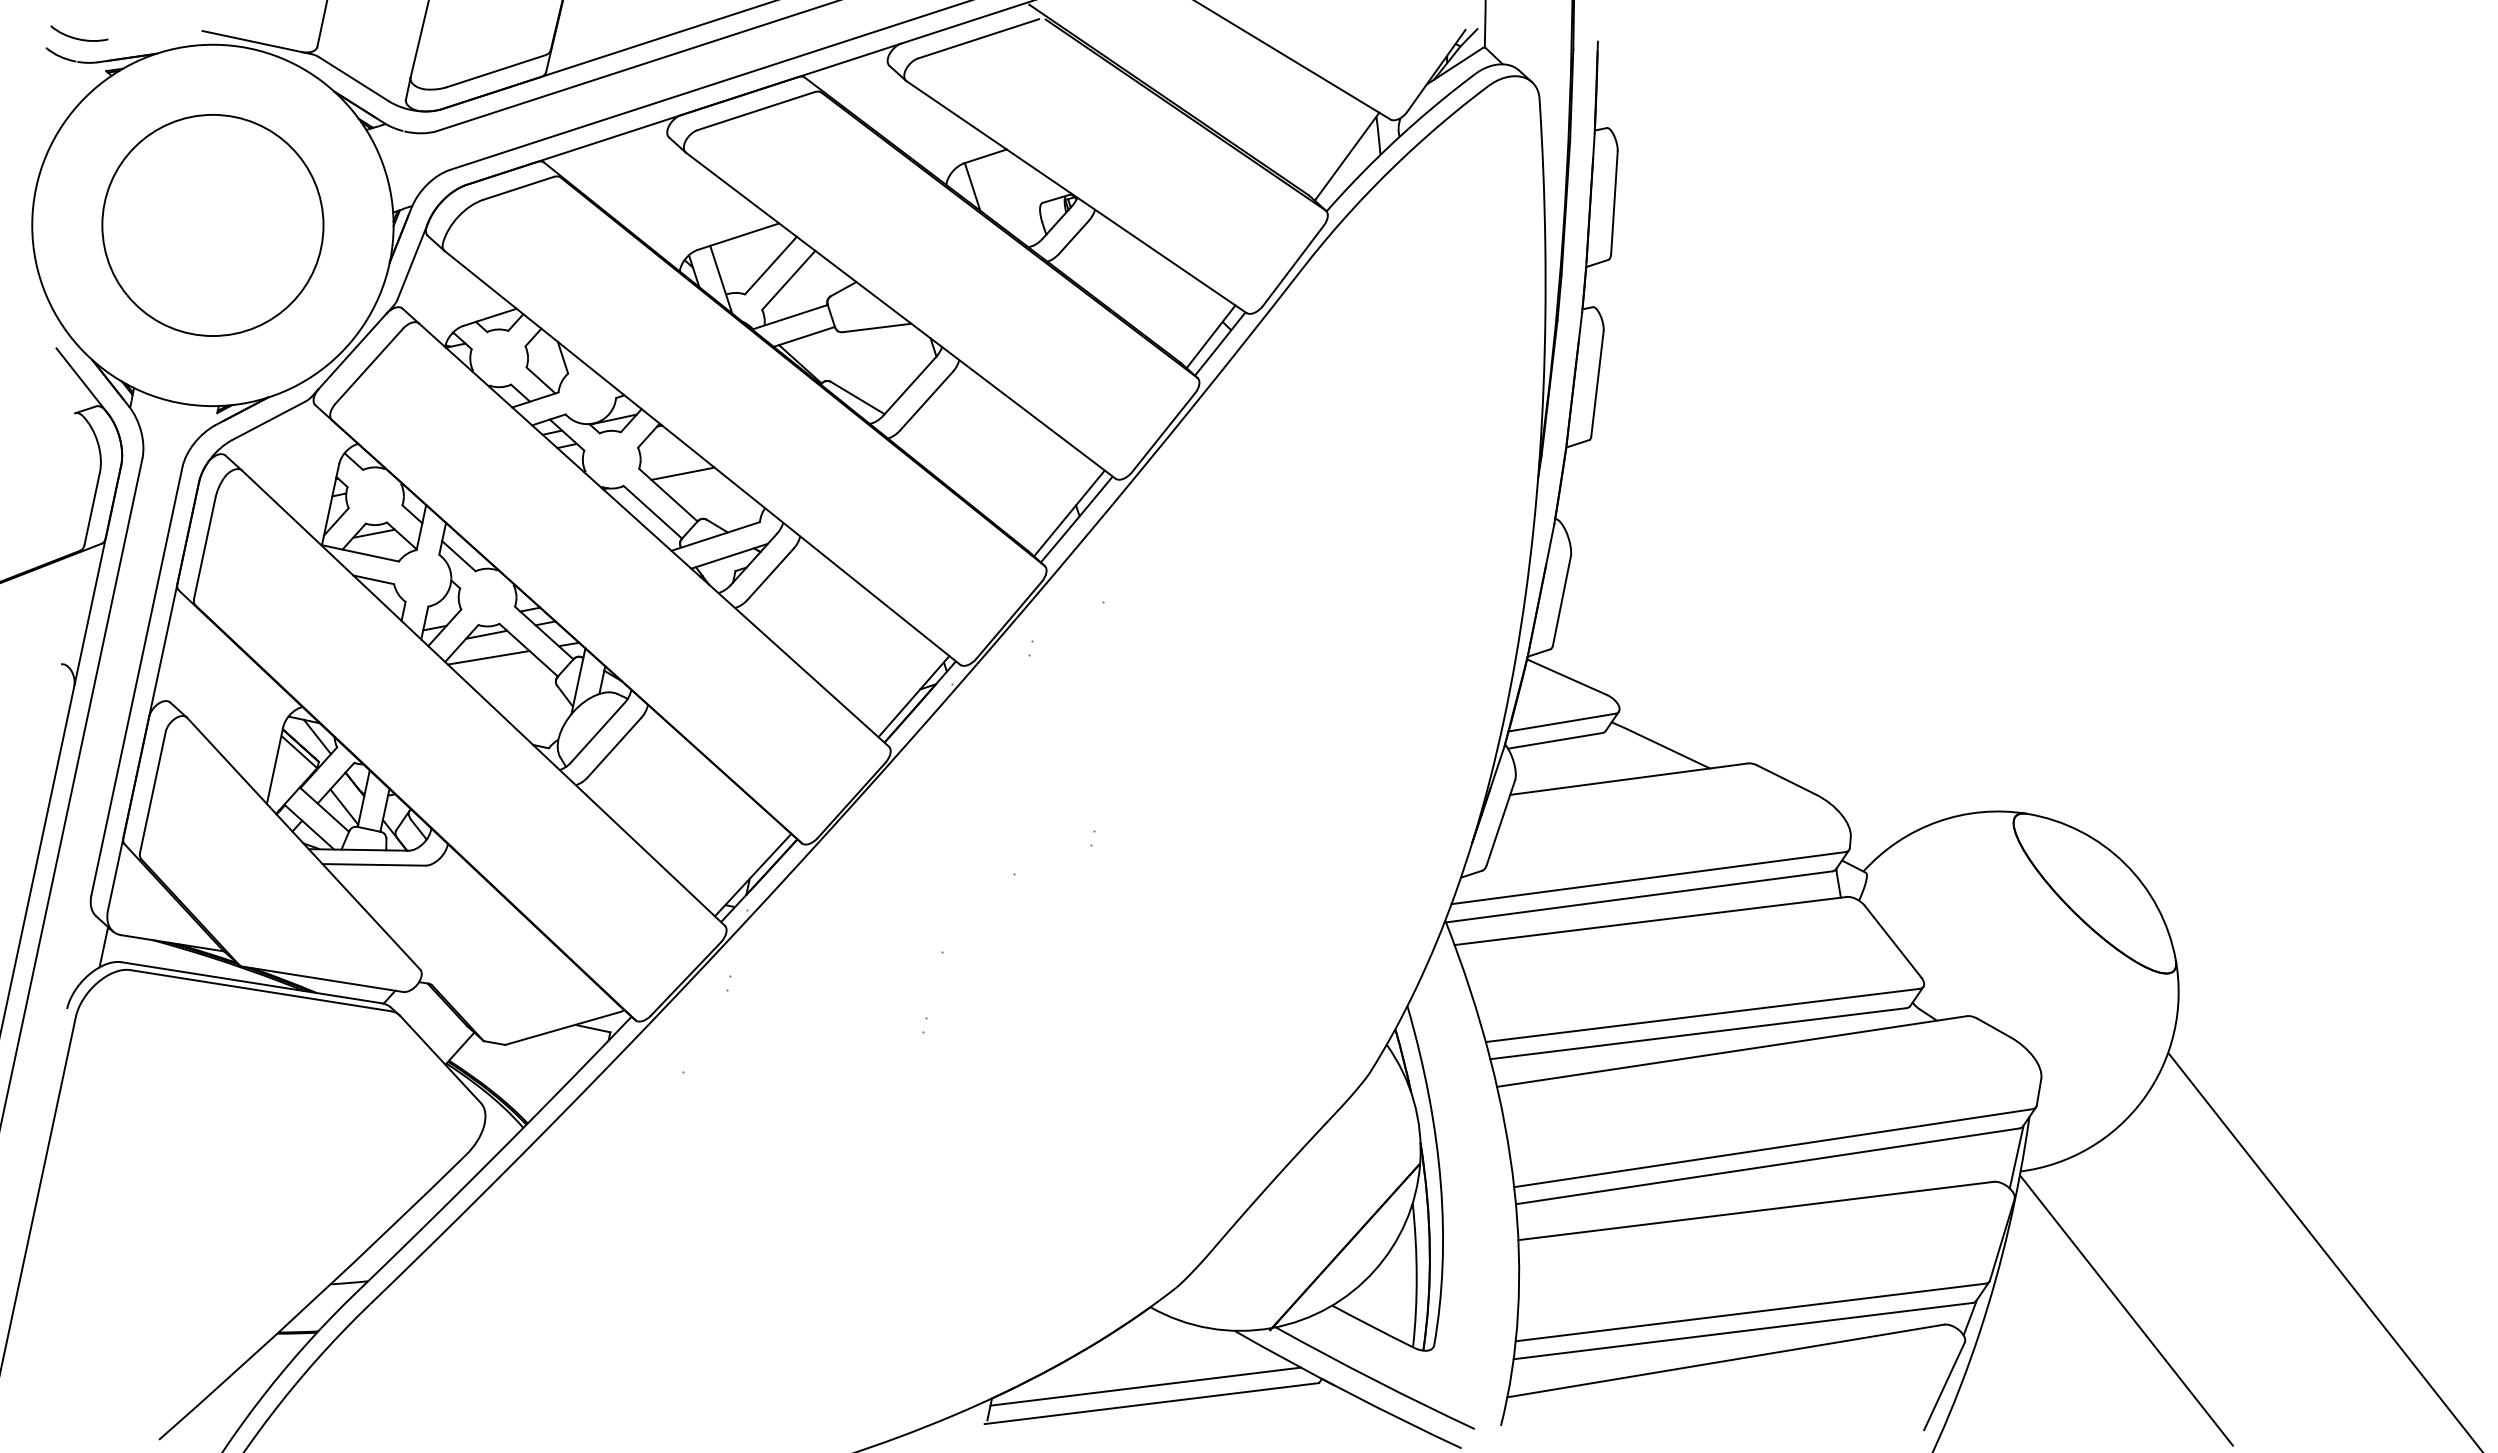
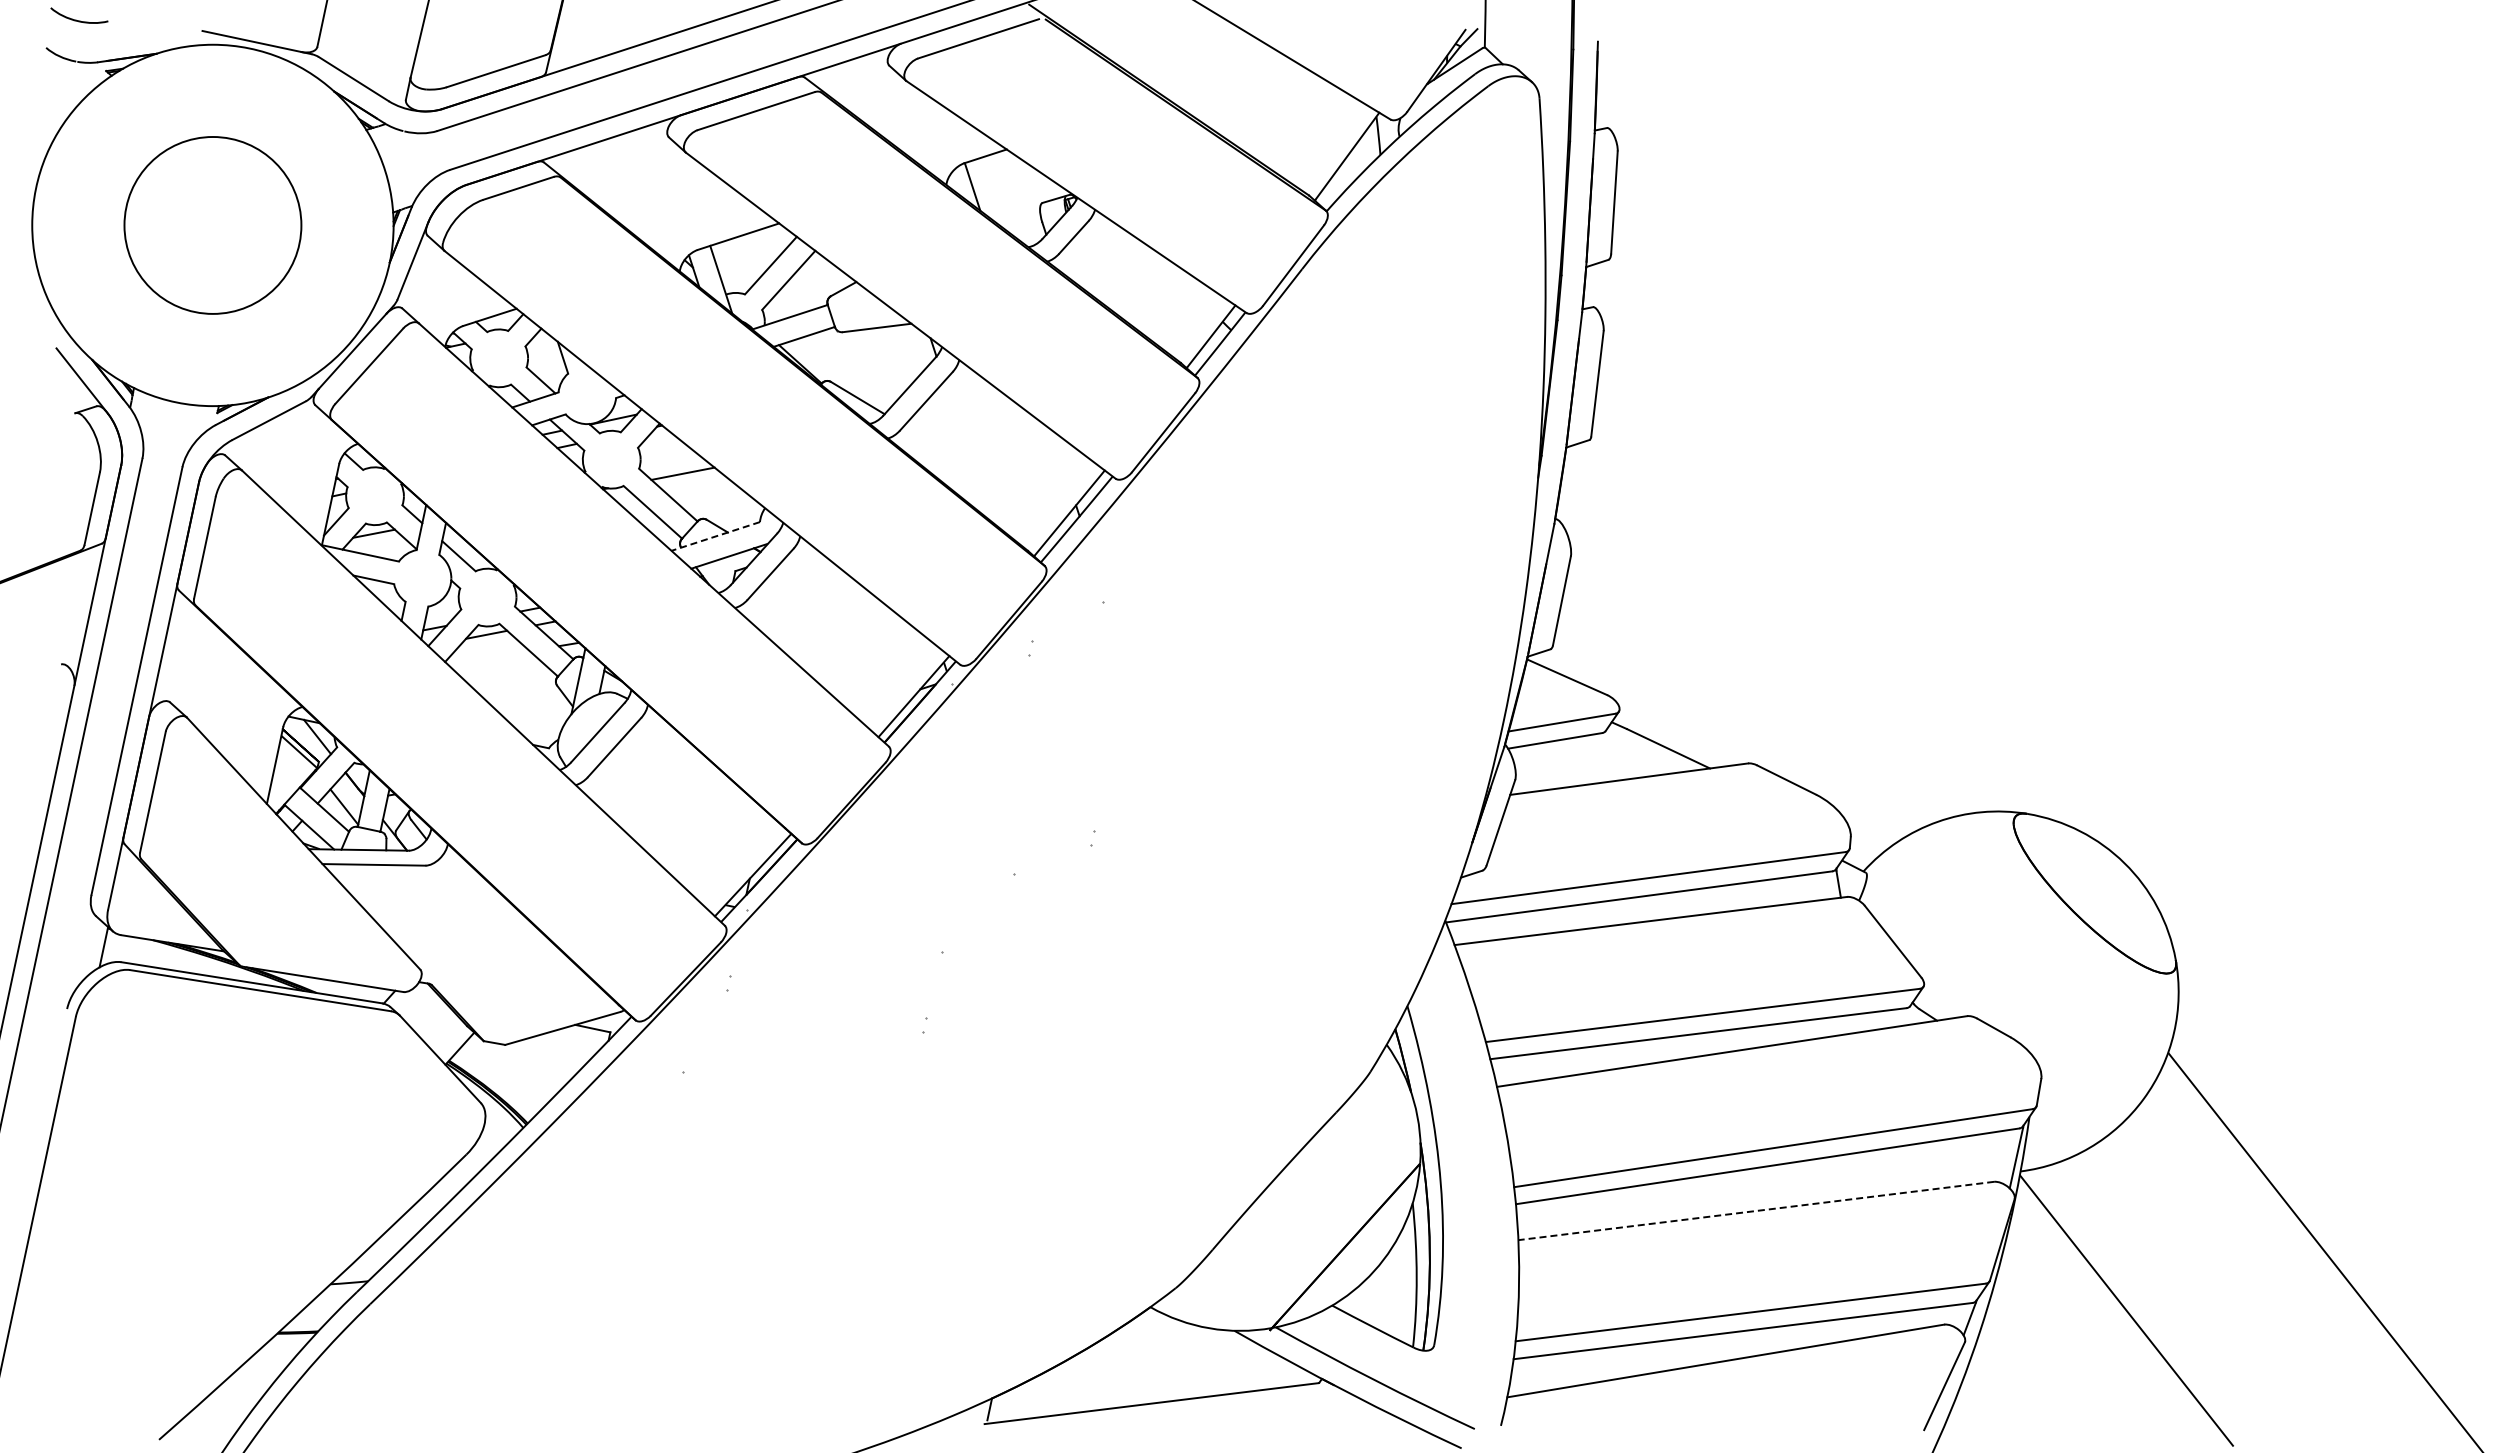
curve at (76, 37) position: (76, 37) -> (76, 19)
circle at (212, 225) size: 224x223 px -> 180x179 px
line at (715, 536): solid -> dashed
line at (488, 657): present -> none
line at (1756, 1210): solid -> dashed
line at (1145, 1386): present -> none
